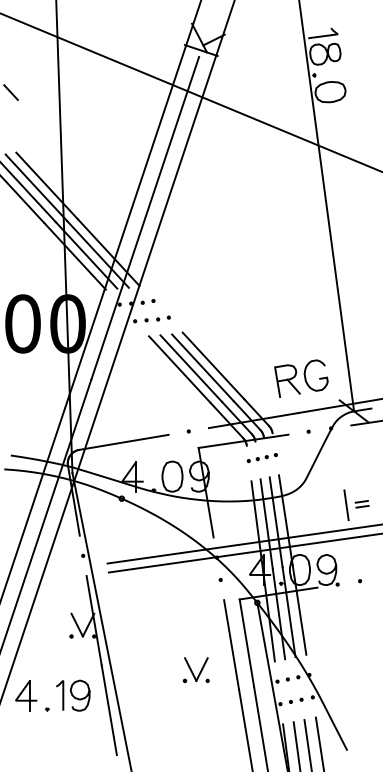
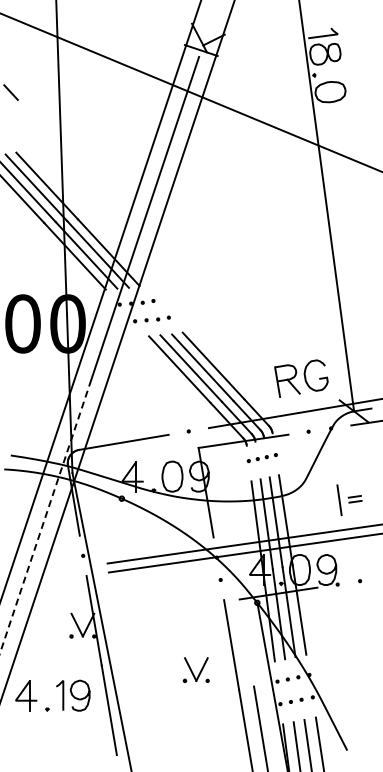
part at (356, 504) position: (356, 504) -> (349, 499)
line at (45, 516): solid -> dashed
line at (246, 642): present -> none
